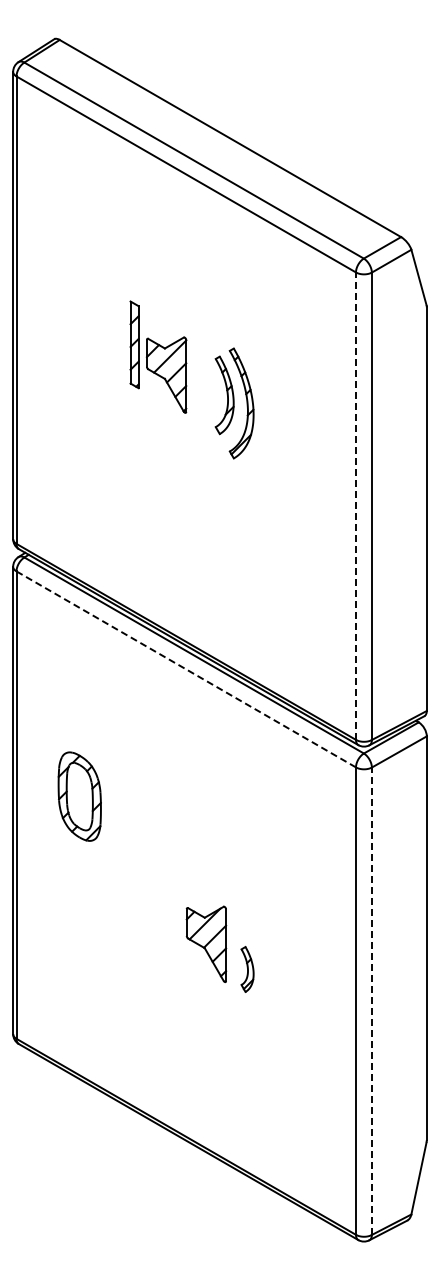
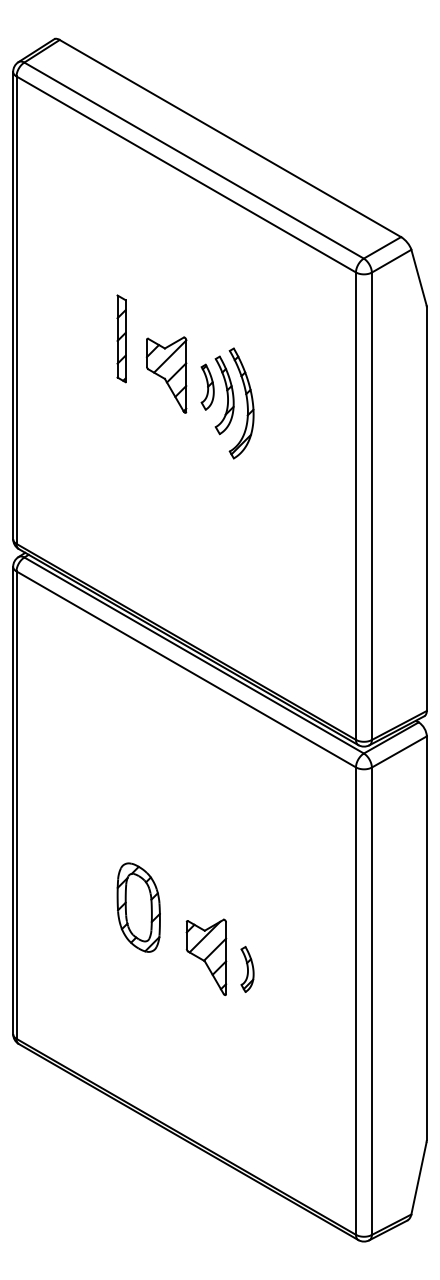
part at (134, 344) position: (134, 344) -> (121, 338)
part at (207, 386): none -> present
line at (356, 506): dashed -> solid
line at (185, 669): dashed -> solid
part at (79, 796) position: (79, 796) -> (138, 907)
part at (206, 943) position: (206, 943) -> (206, 956)
line at (371, 1001): dashed -> solid
